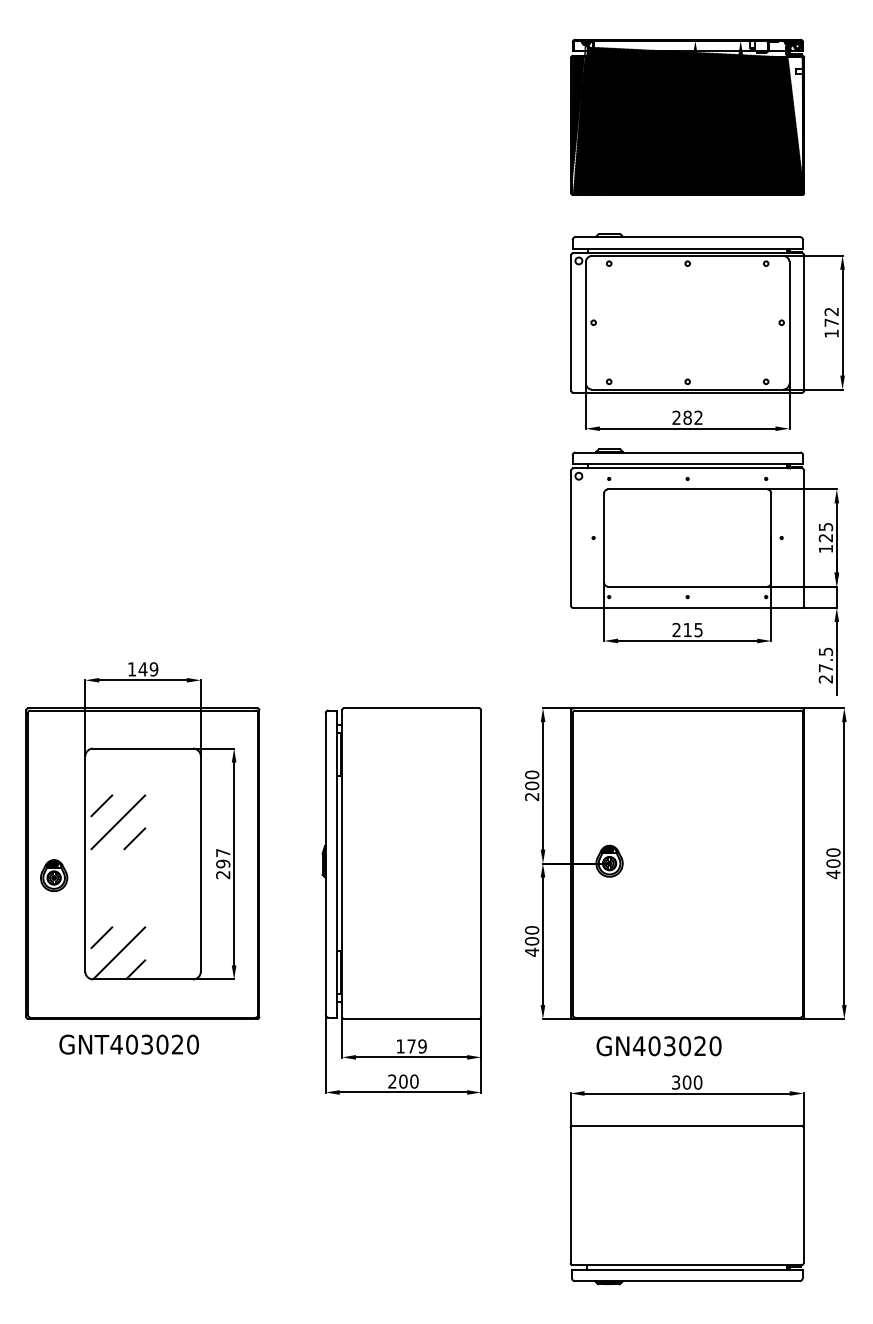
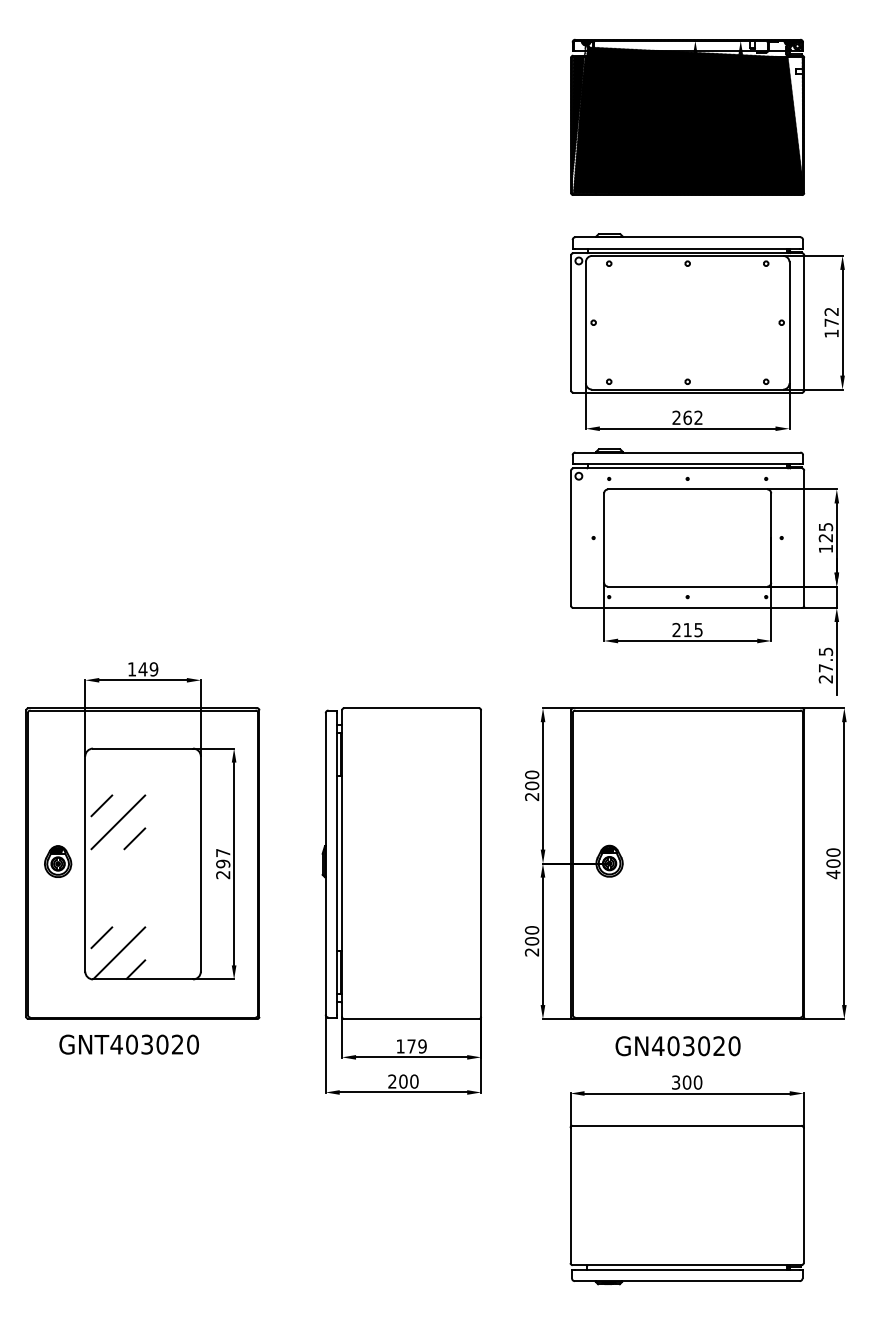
text at (687, 417): 282 -> 262
part at (54, 875) position: (54, 875) -> (58, 861)
text at (531, 951): 400 -> 200
text at (658, 1046) position: (658, 1046) -> (677, 1046)
